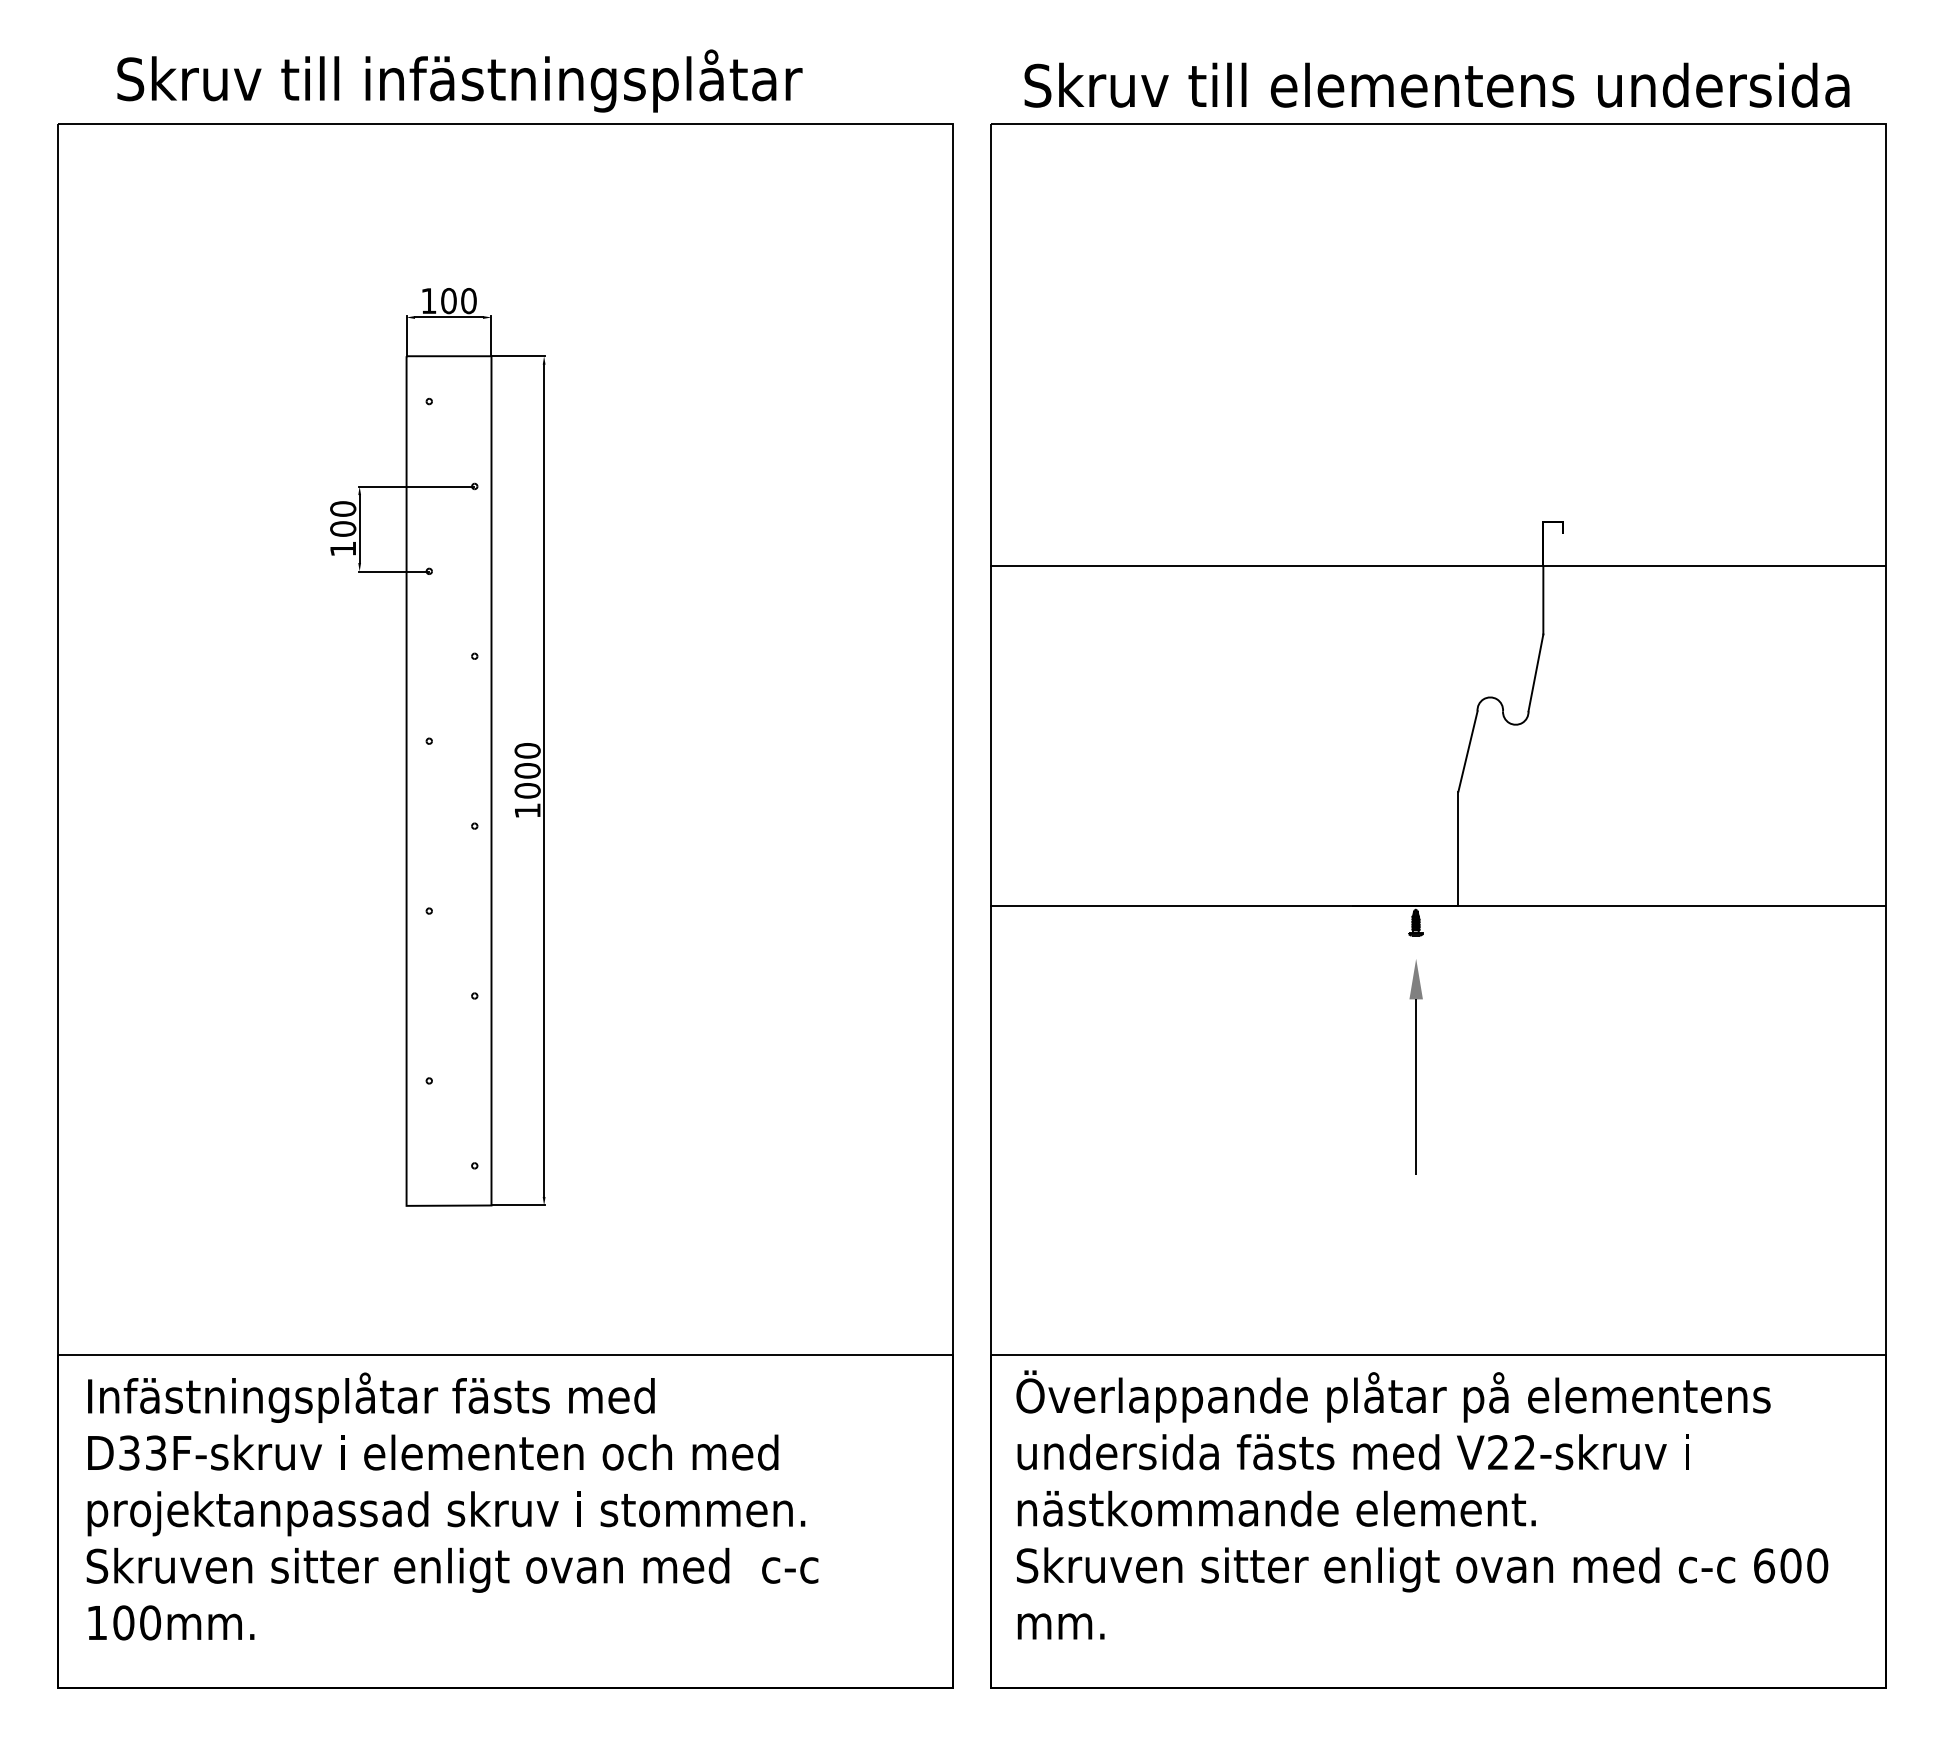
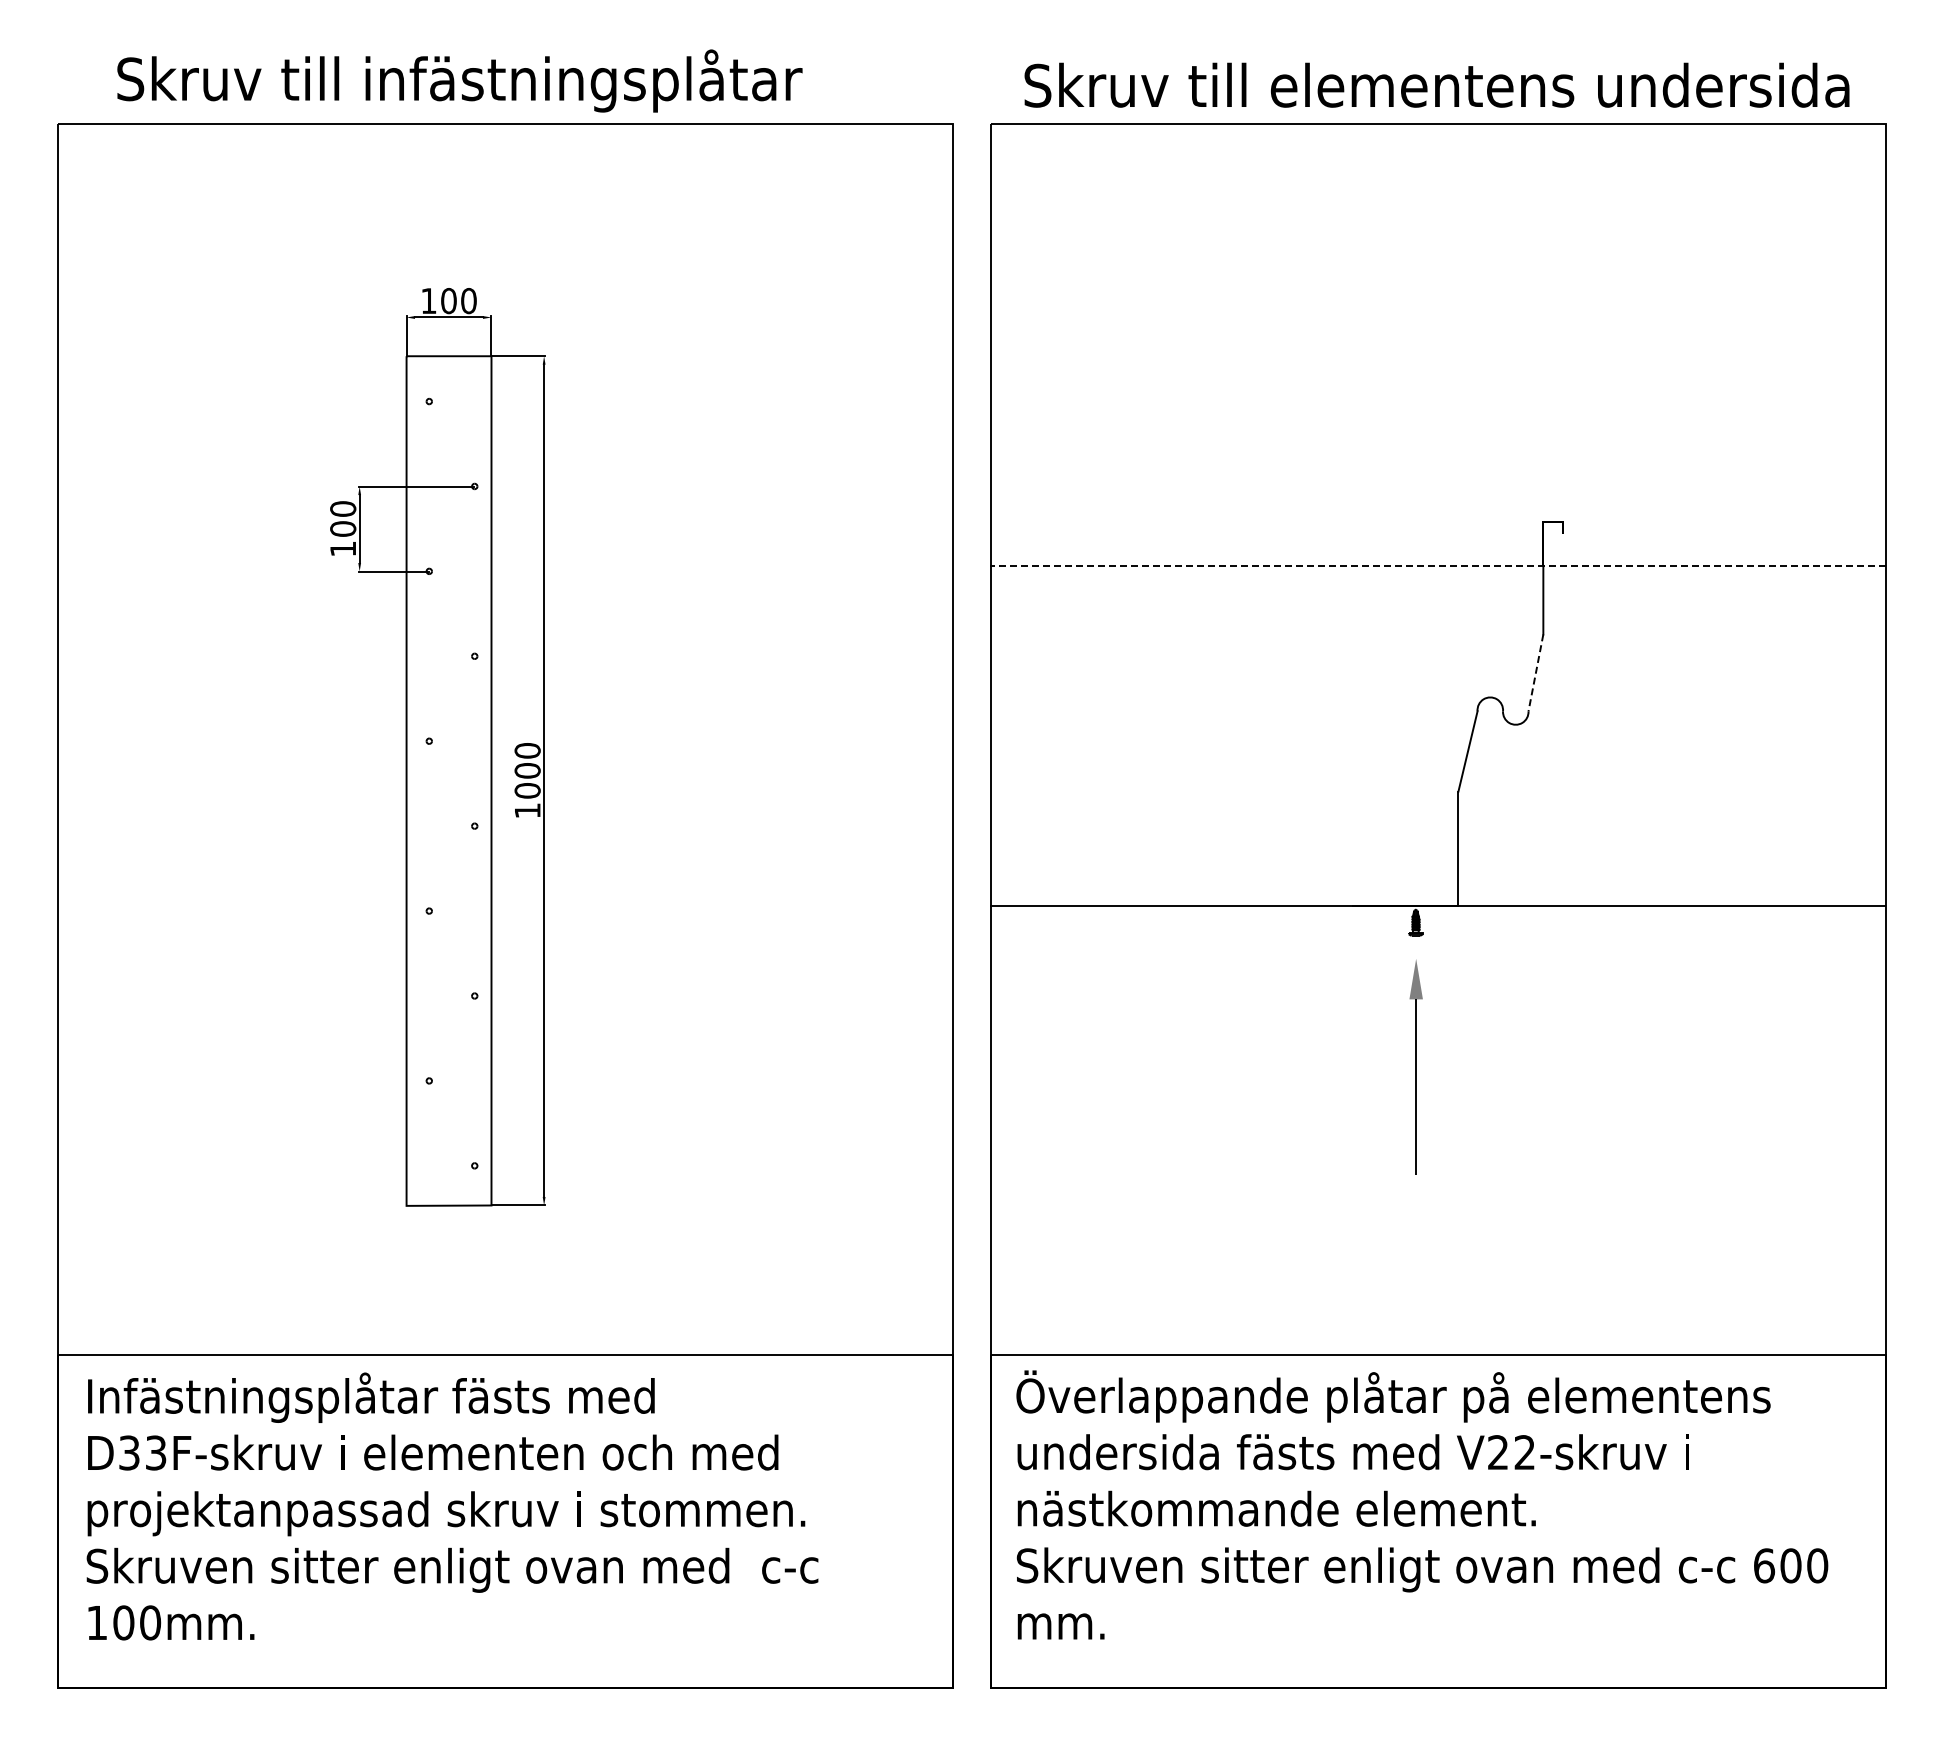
line at (1437, 566): solid -> dashed
line at (1535, 673): solid -> dashed
